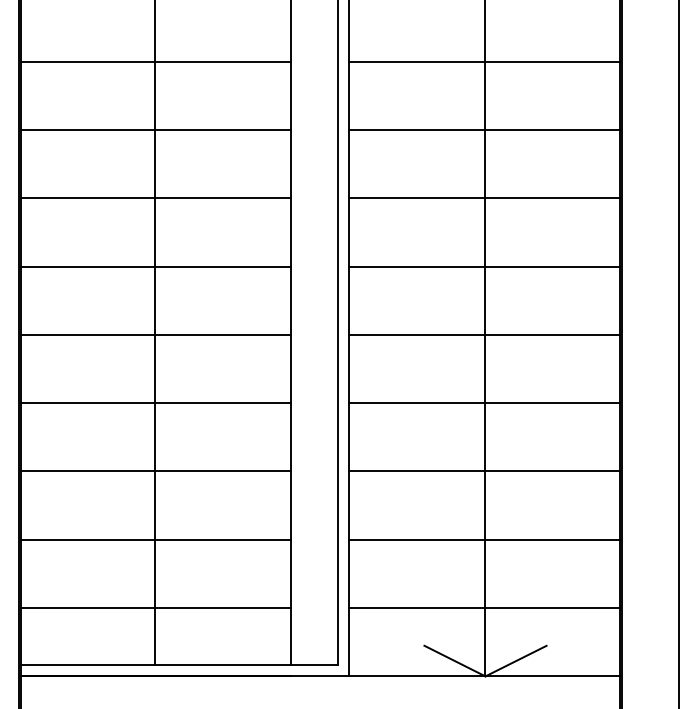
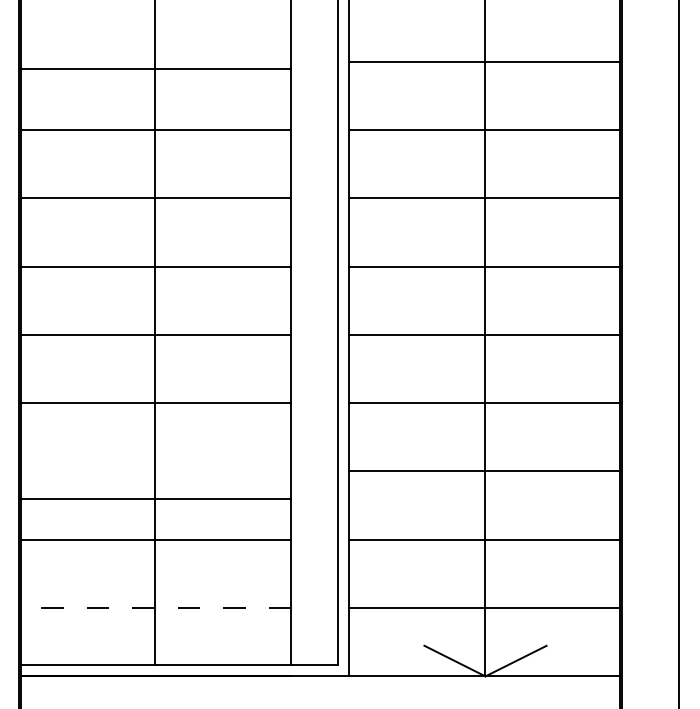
line at (155, 61) position: (155, 61) -> (155, 68)
line at (155, 471) position: (155, 471) -> (155, 499)
line at (155, 608): solid -> dashed
